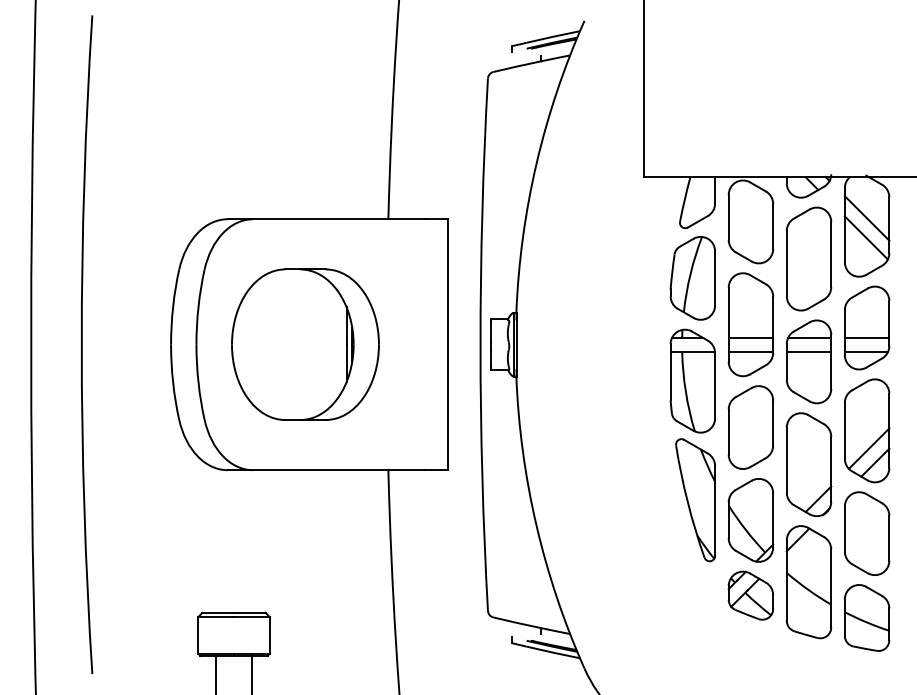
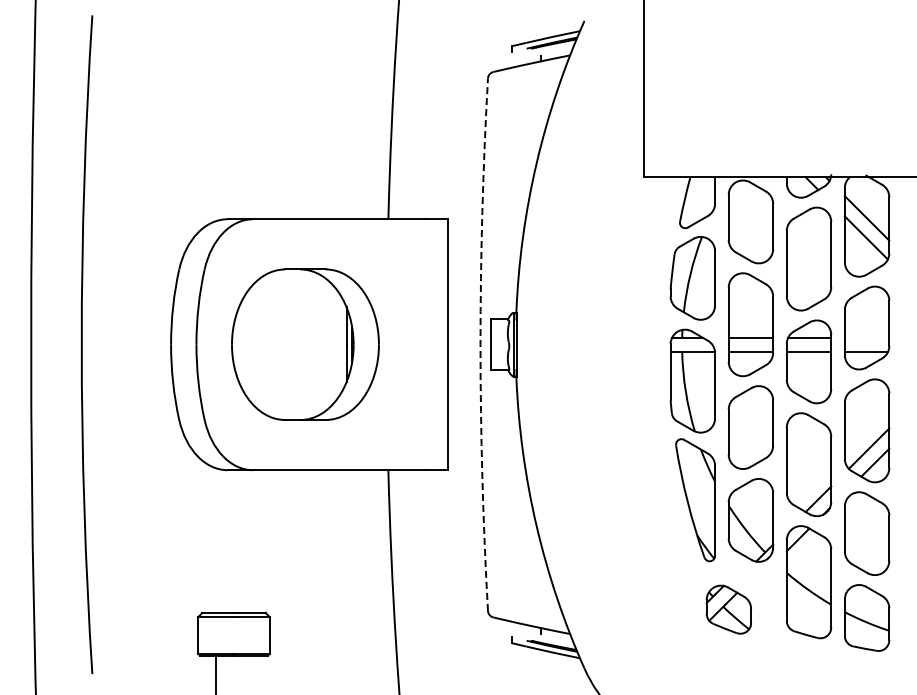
line at (866, 337): present -> none
arc at (480, 344): solid -> dashed
part at (750, 595) position: (750, 595) -> (728, 609)
line at (252, 673): present -> none
